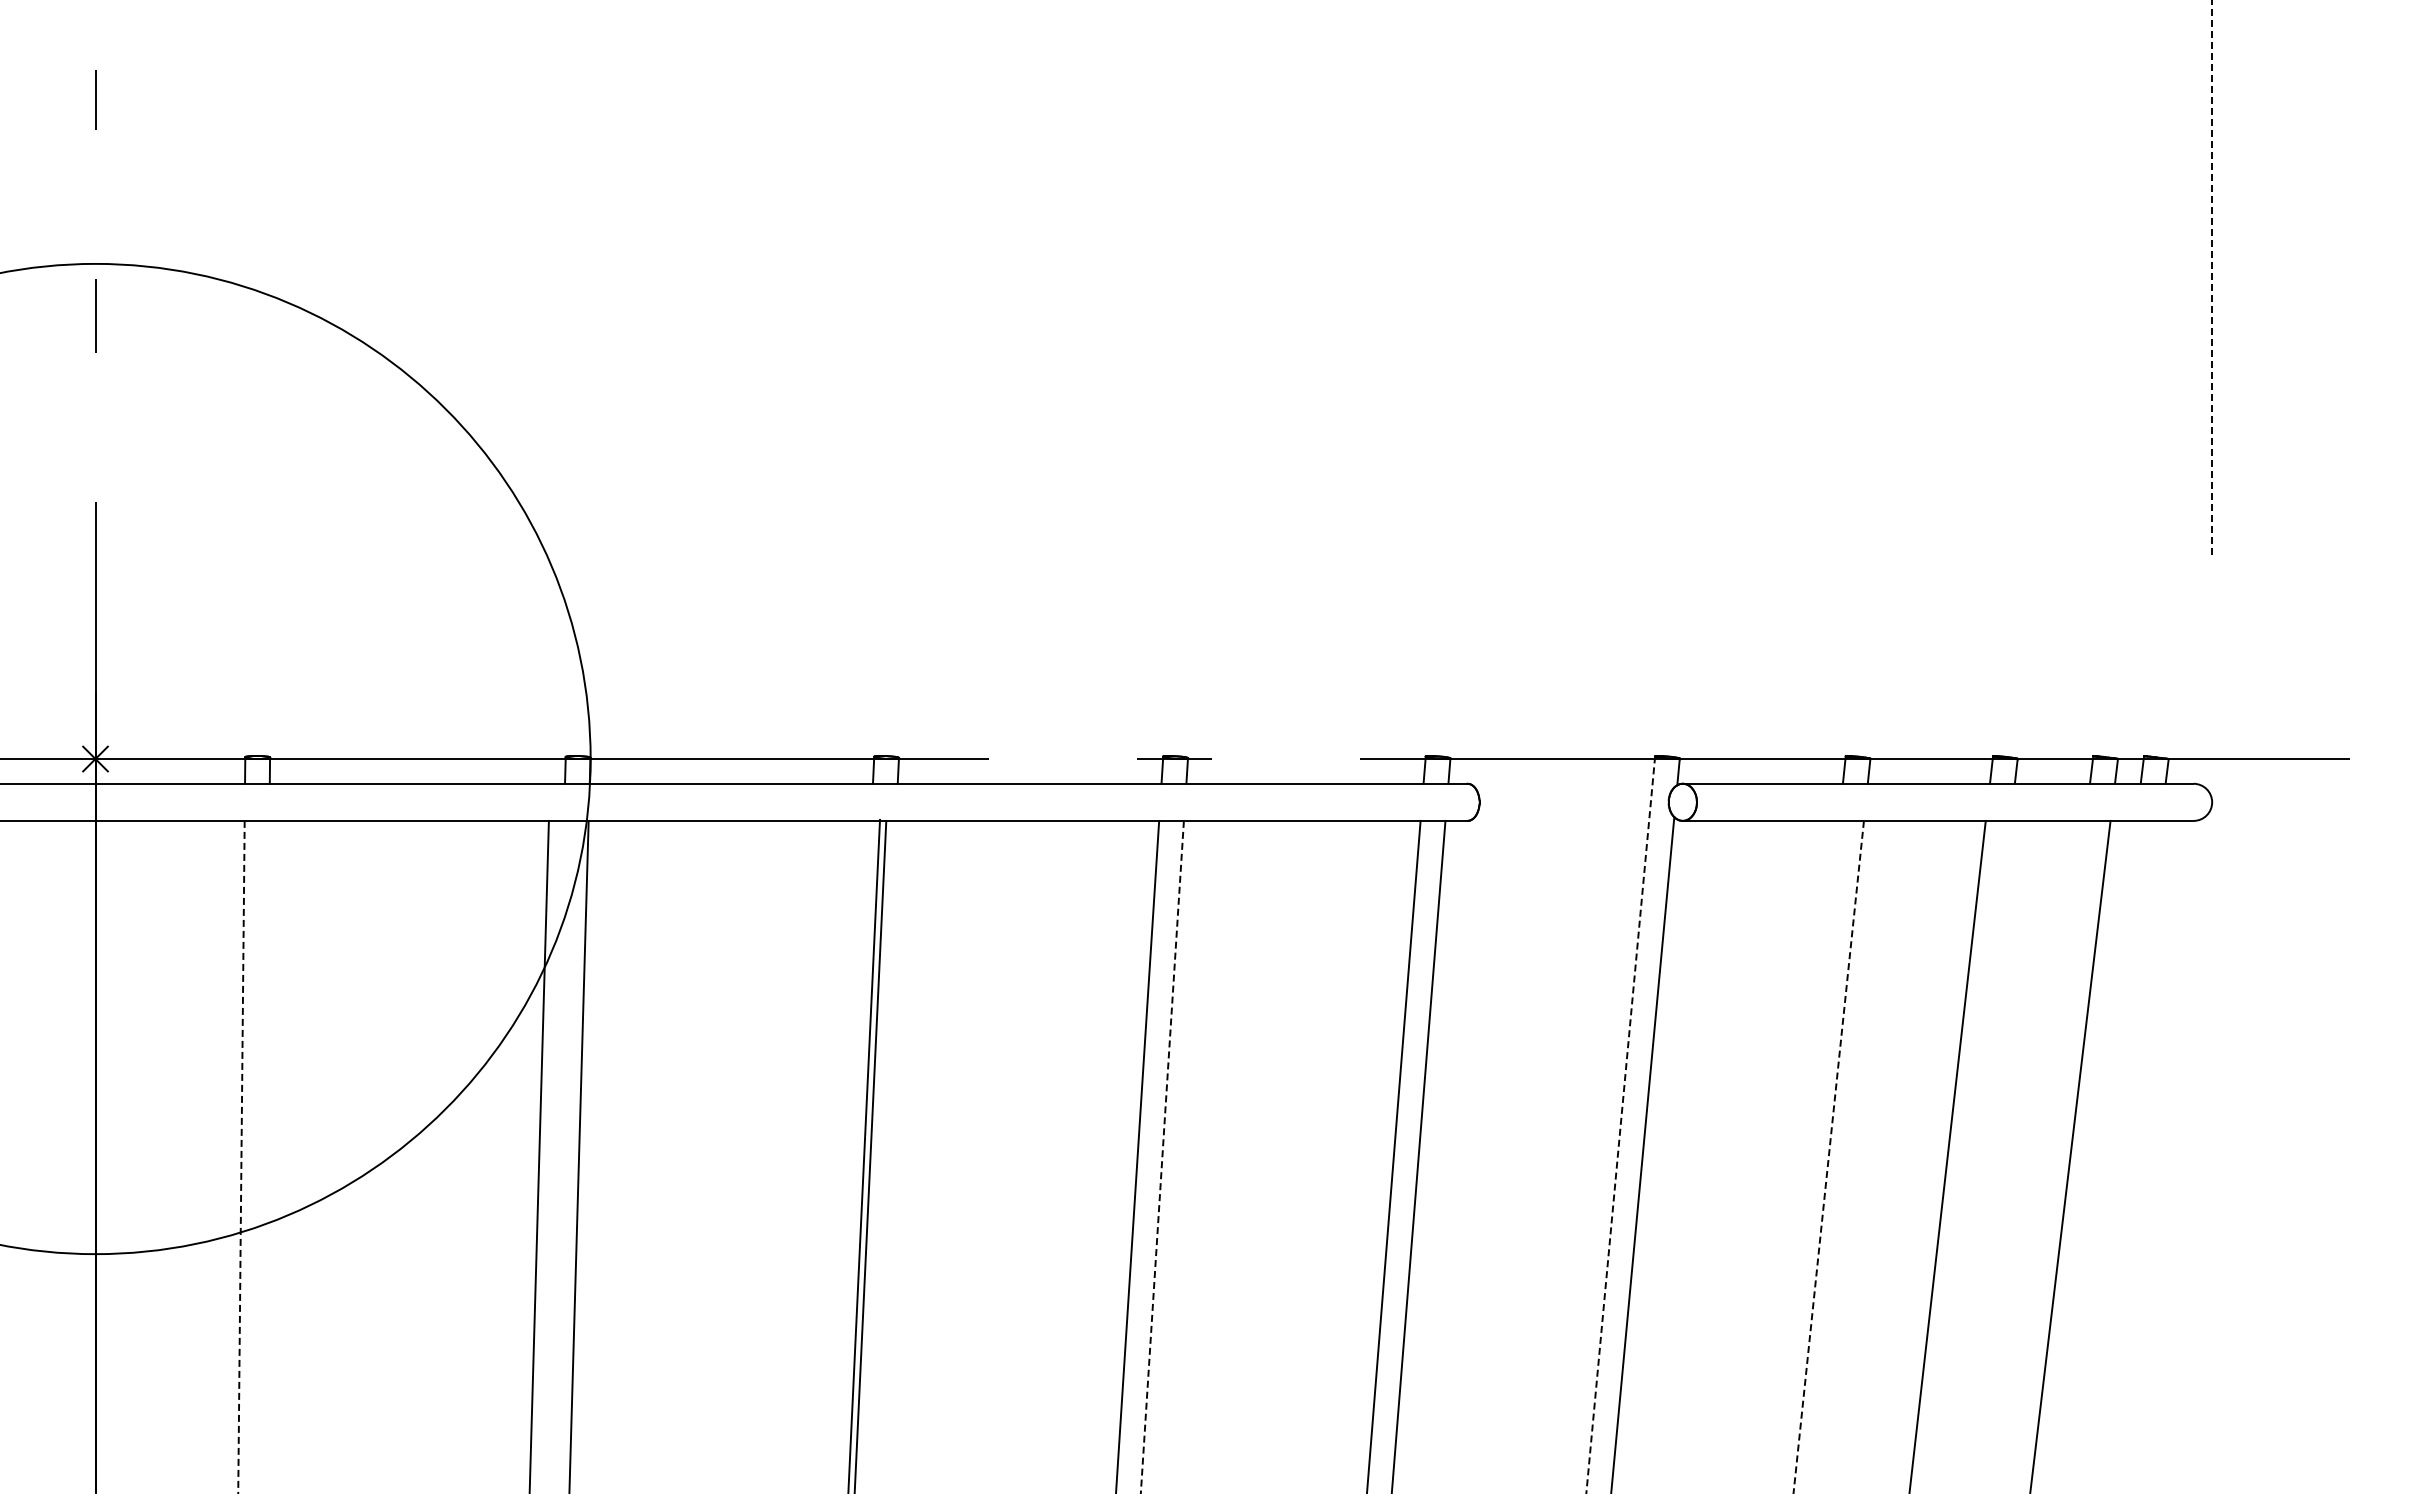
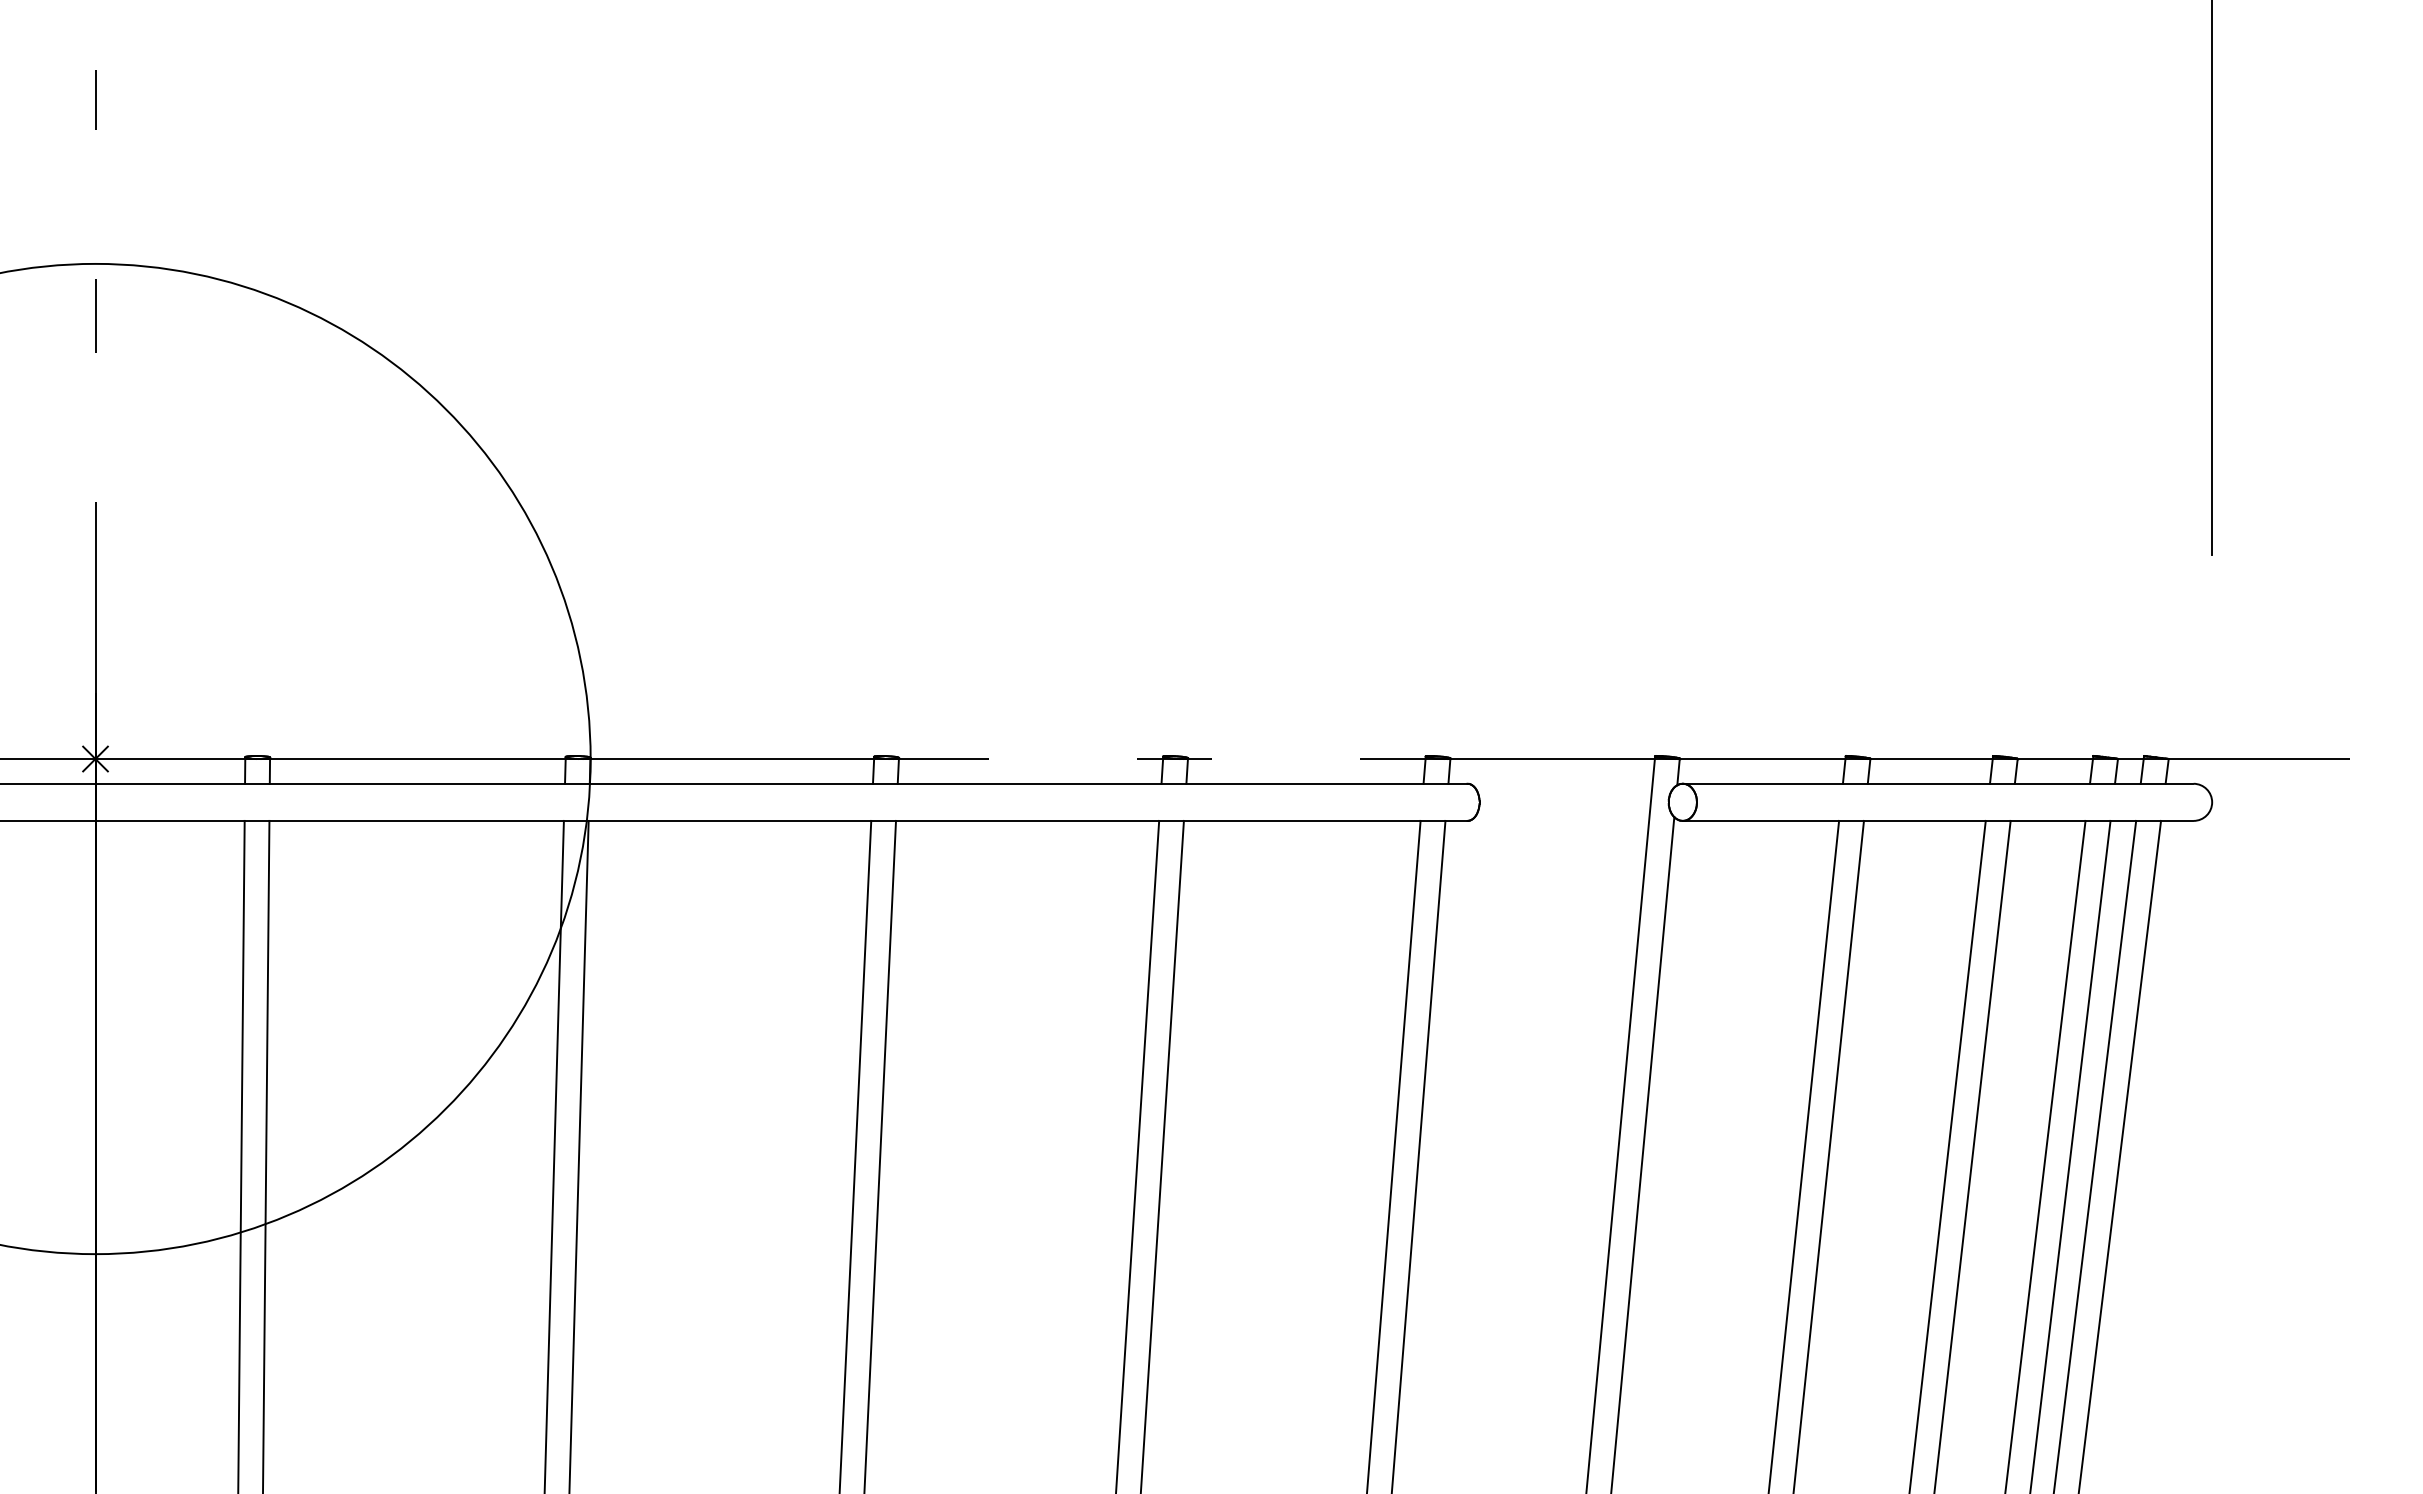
line at (2212, 277): dashed -> solid
line at (1620, 1125): dashed -> solid
line at (864, 1154) position: (864, 1154) -> (880, 1155)
line at (266, 1155): none -> present
line at (538, 1155) position: (538, 1155) -> (553, 1155)
line at (870, 1155) position: (870, 1155) -> (855, 1155)
line at (1803, 1155): none -> present
line at (1972, 1155): none -> present
line at (2045, 1155): none -> present
line at (2095, 1155): none -> present
line at (2120, 1155): none -> present
line at (241, 1157): dashed -> solid
line at (1162, 1157): dashed -> solid
line at (1828, 1157): dashed -> solid
